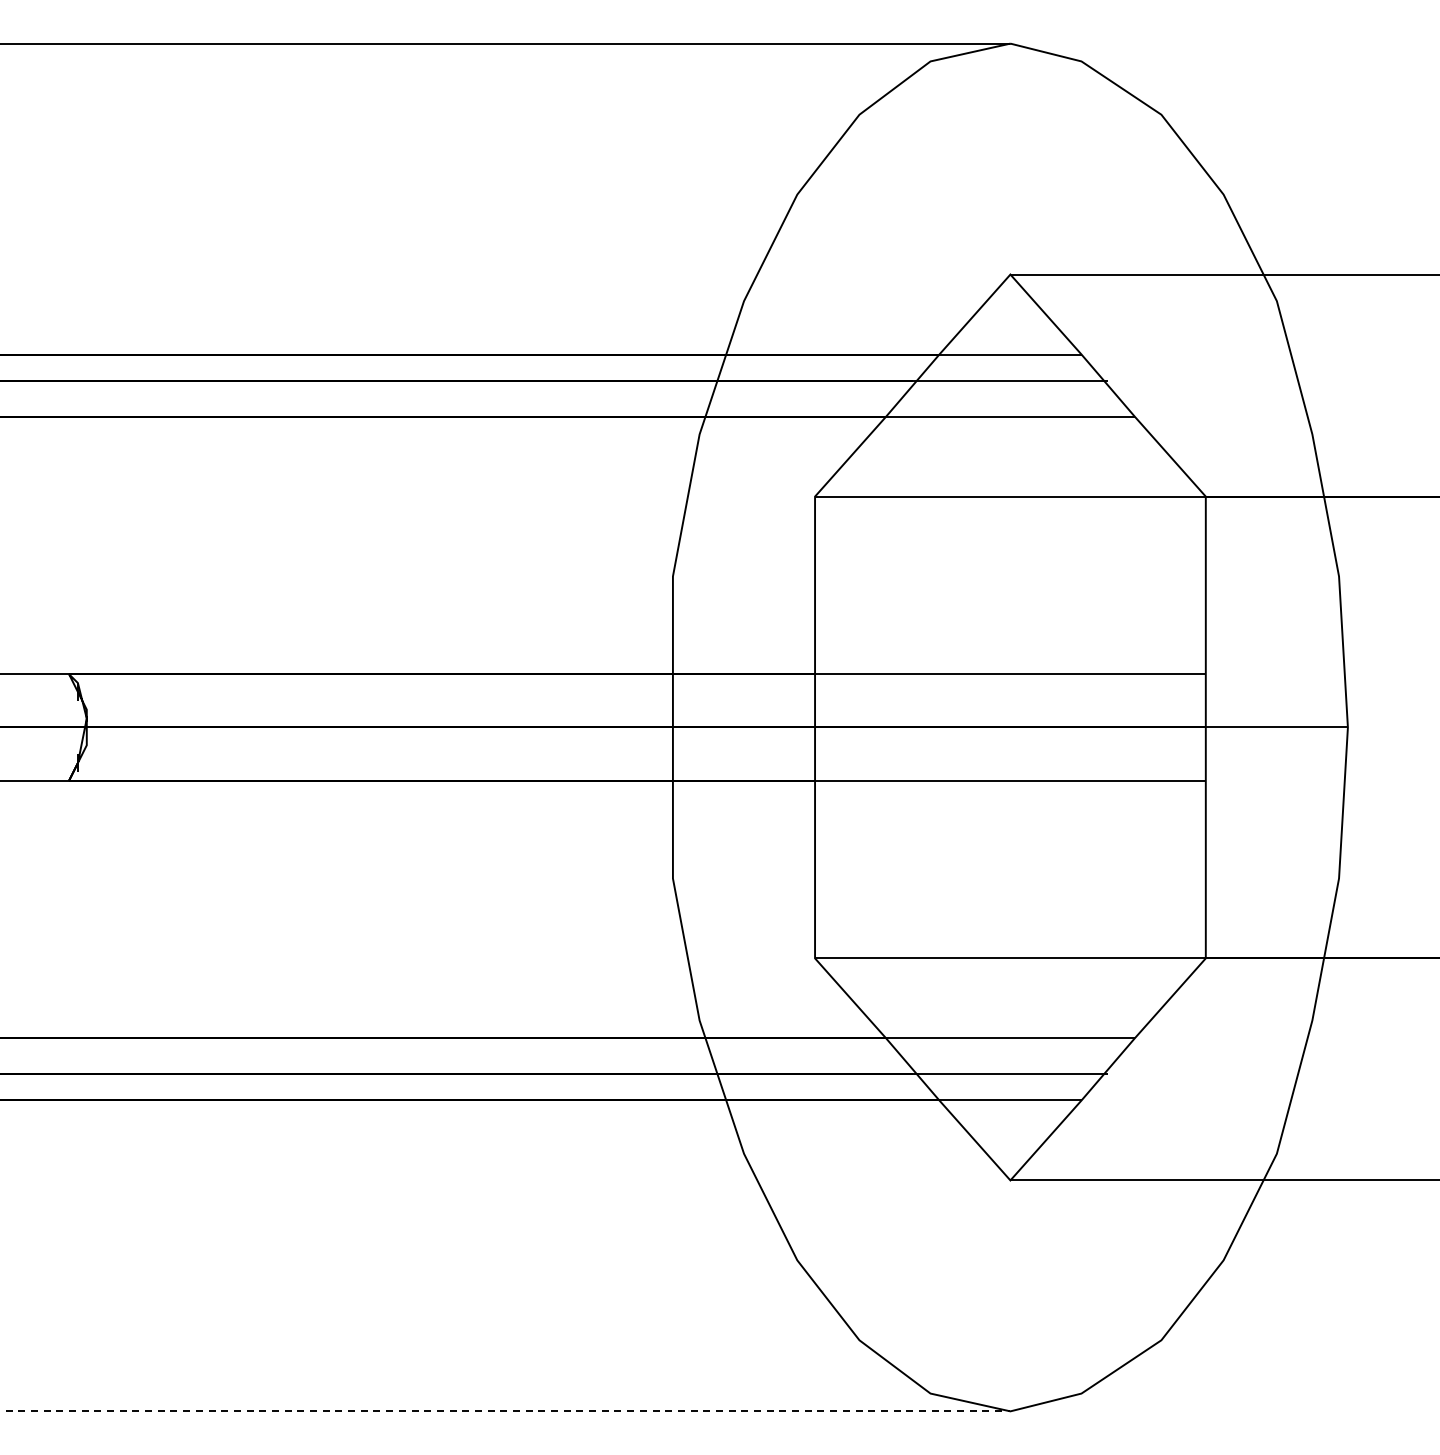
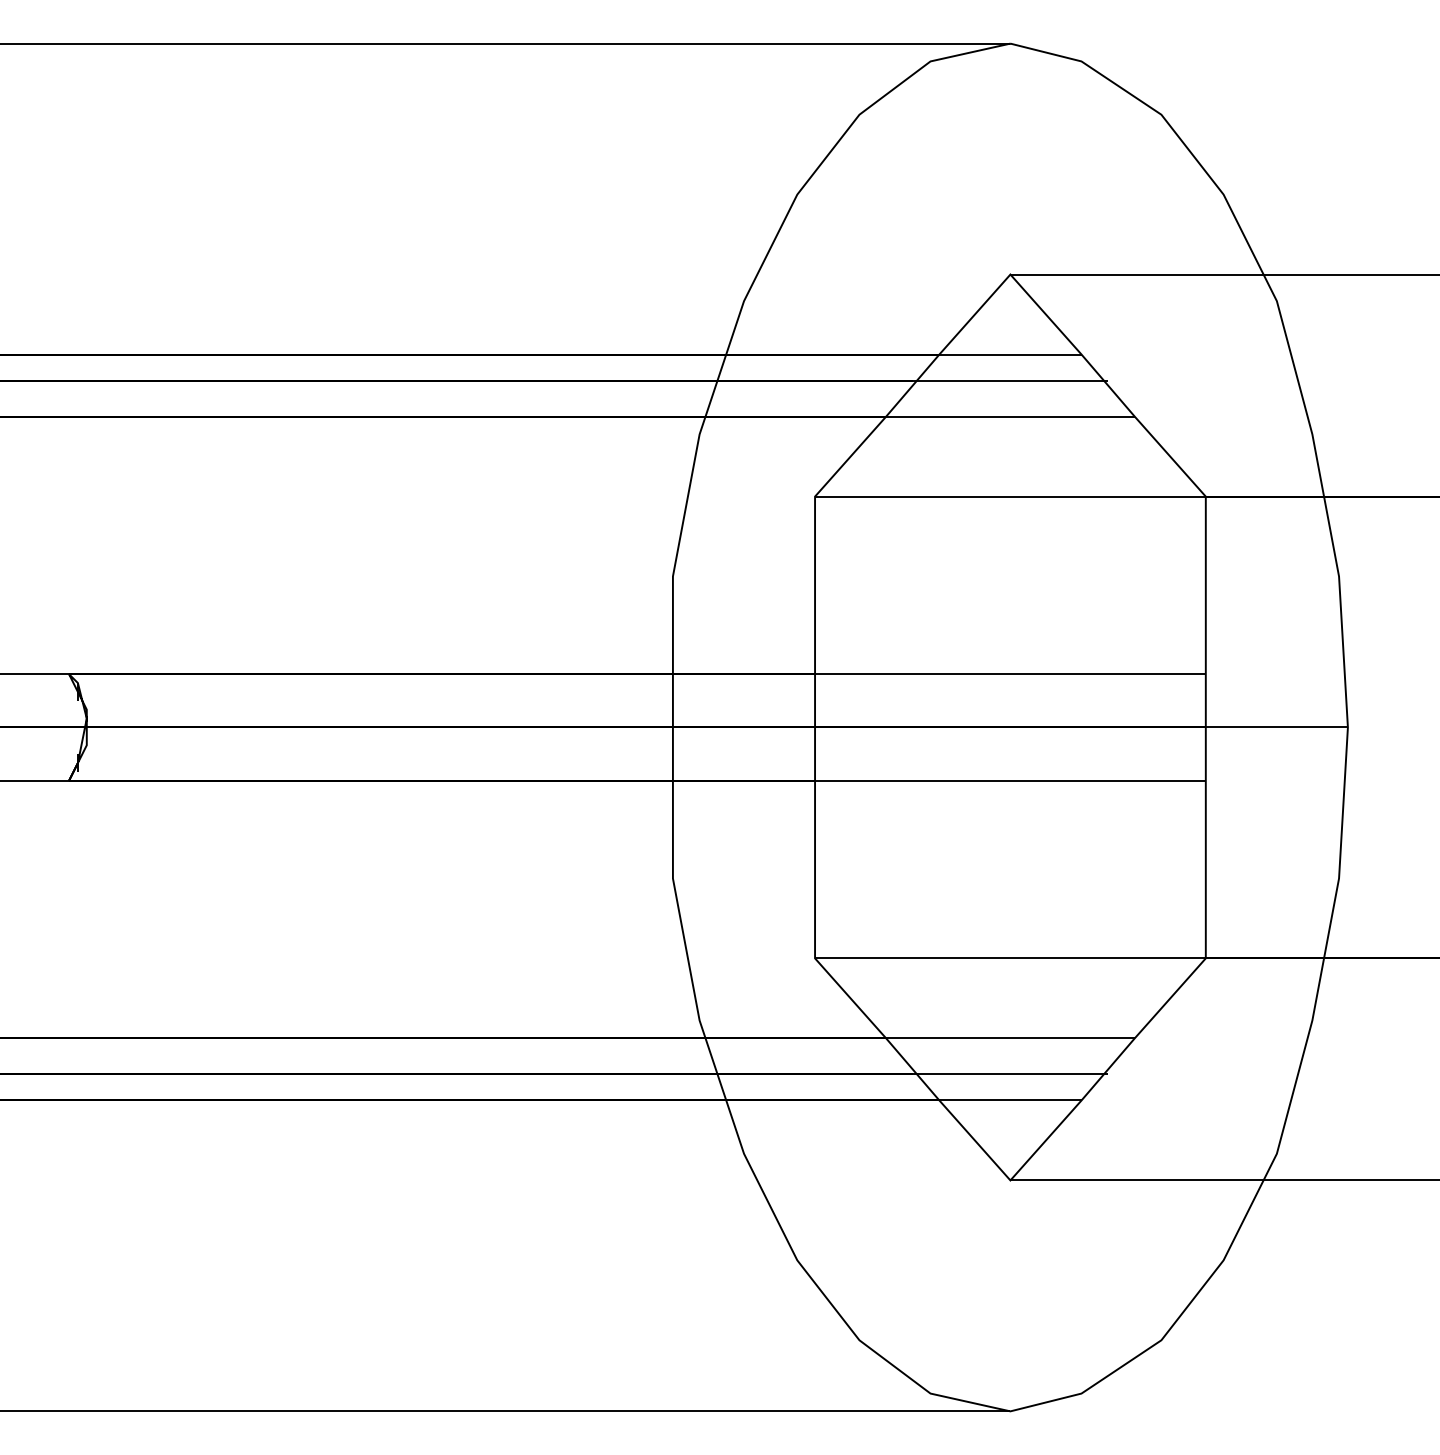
line at (505, 1411): dashed -> solid
